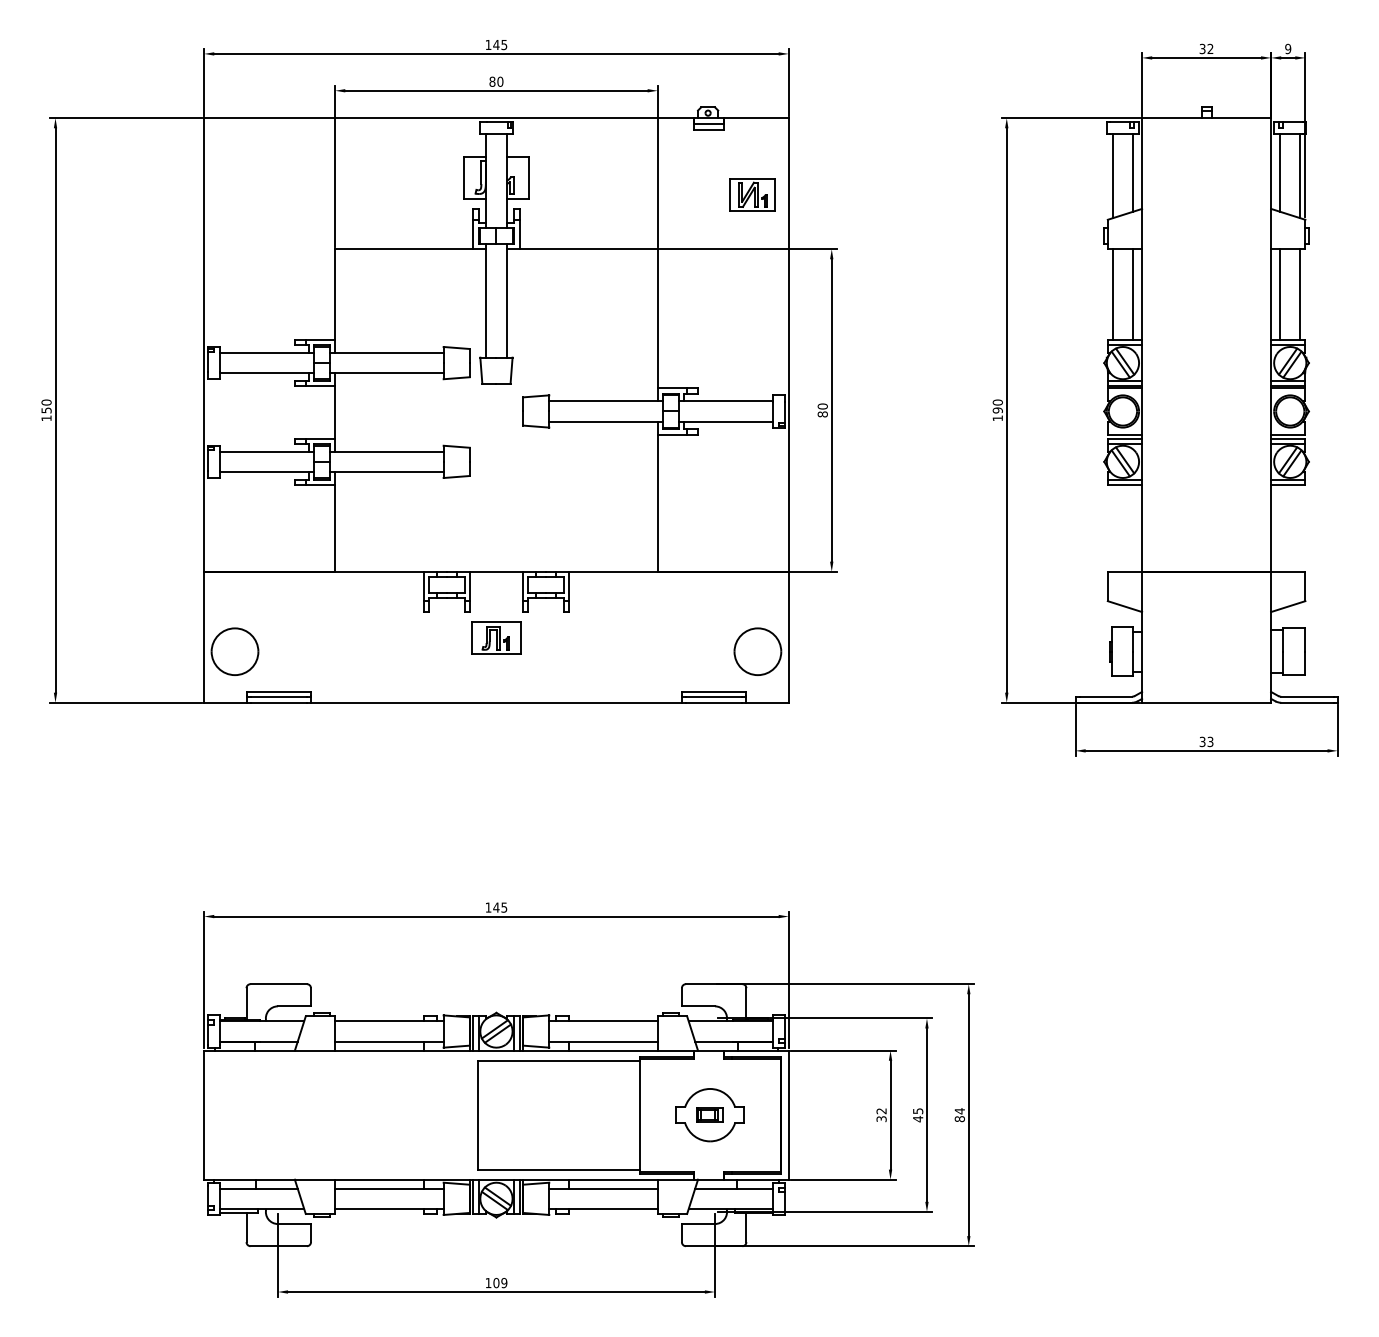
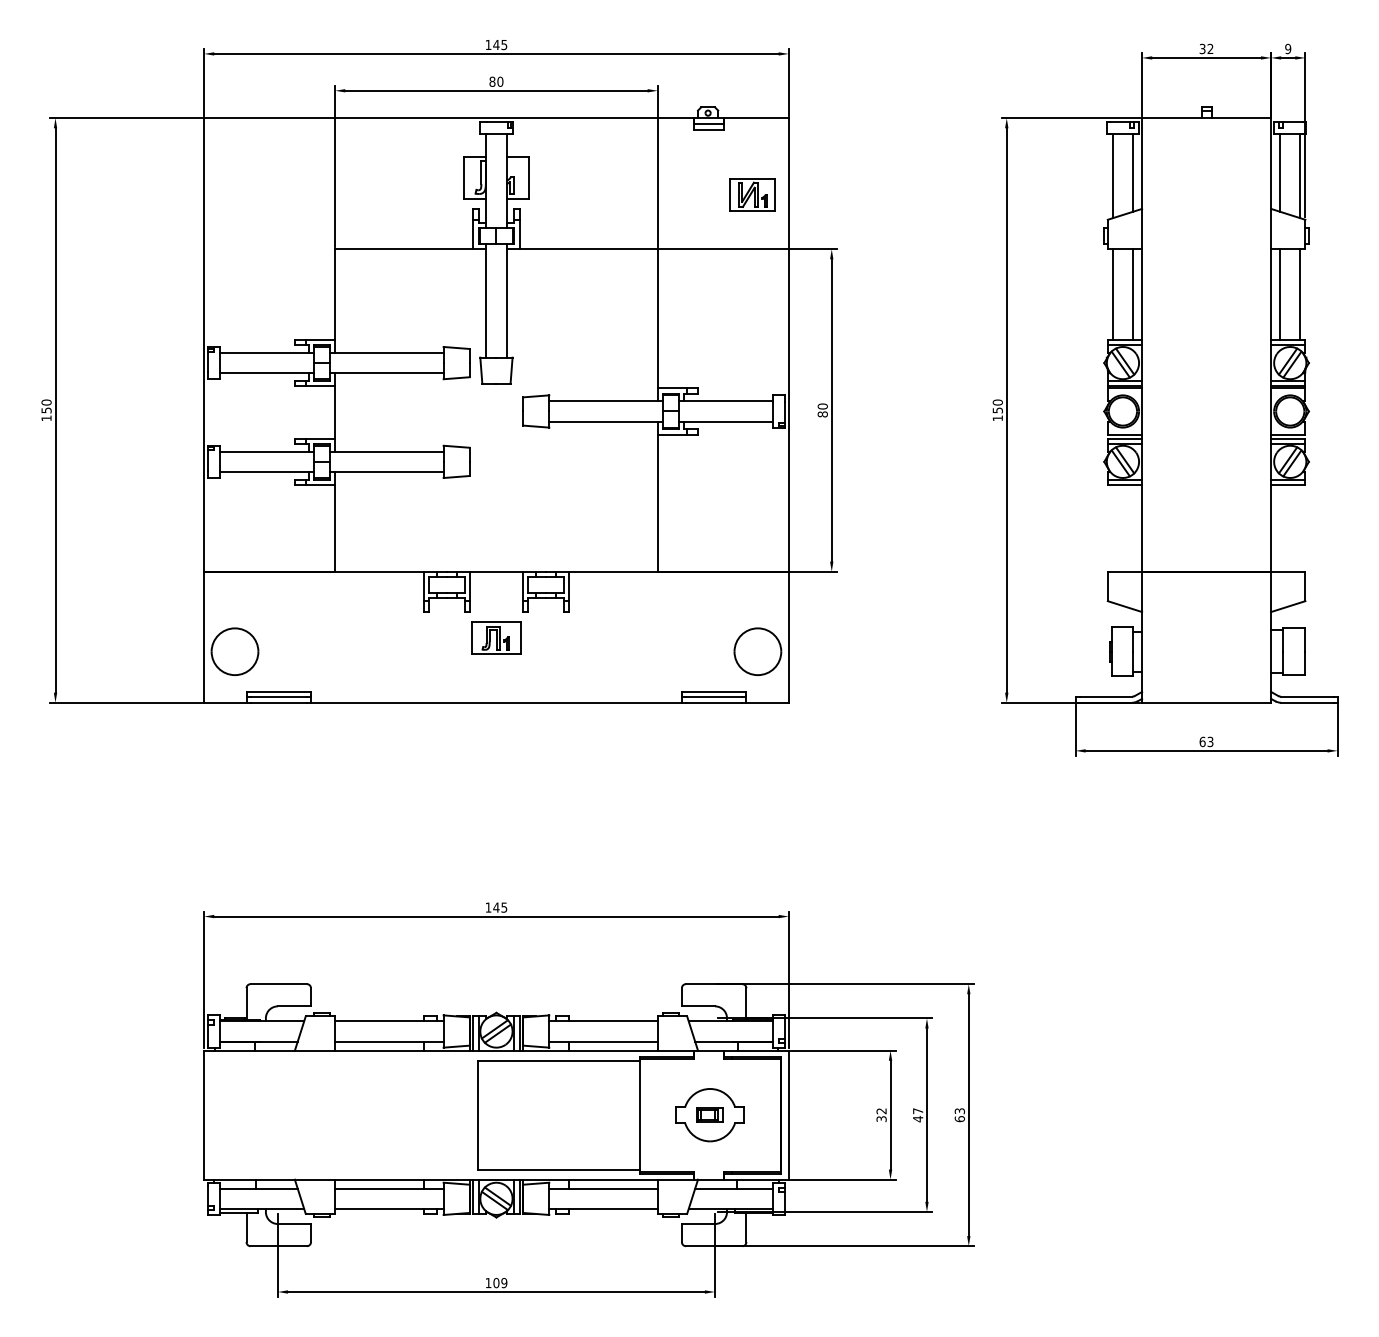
text at (997, 410): 190 -> 150
text at (1202, 741): 33 -> 63
text at (918, 1111): 45 -> 47
text at (959, 1115): 84 -> 63
